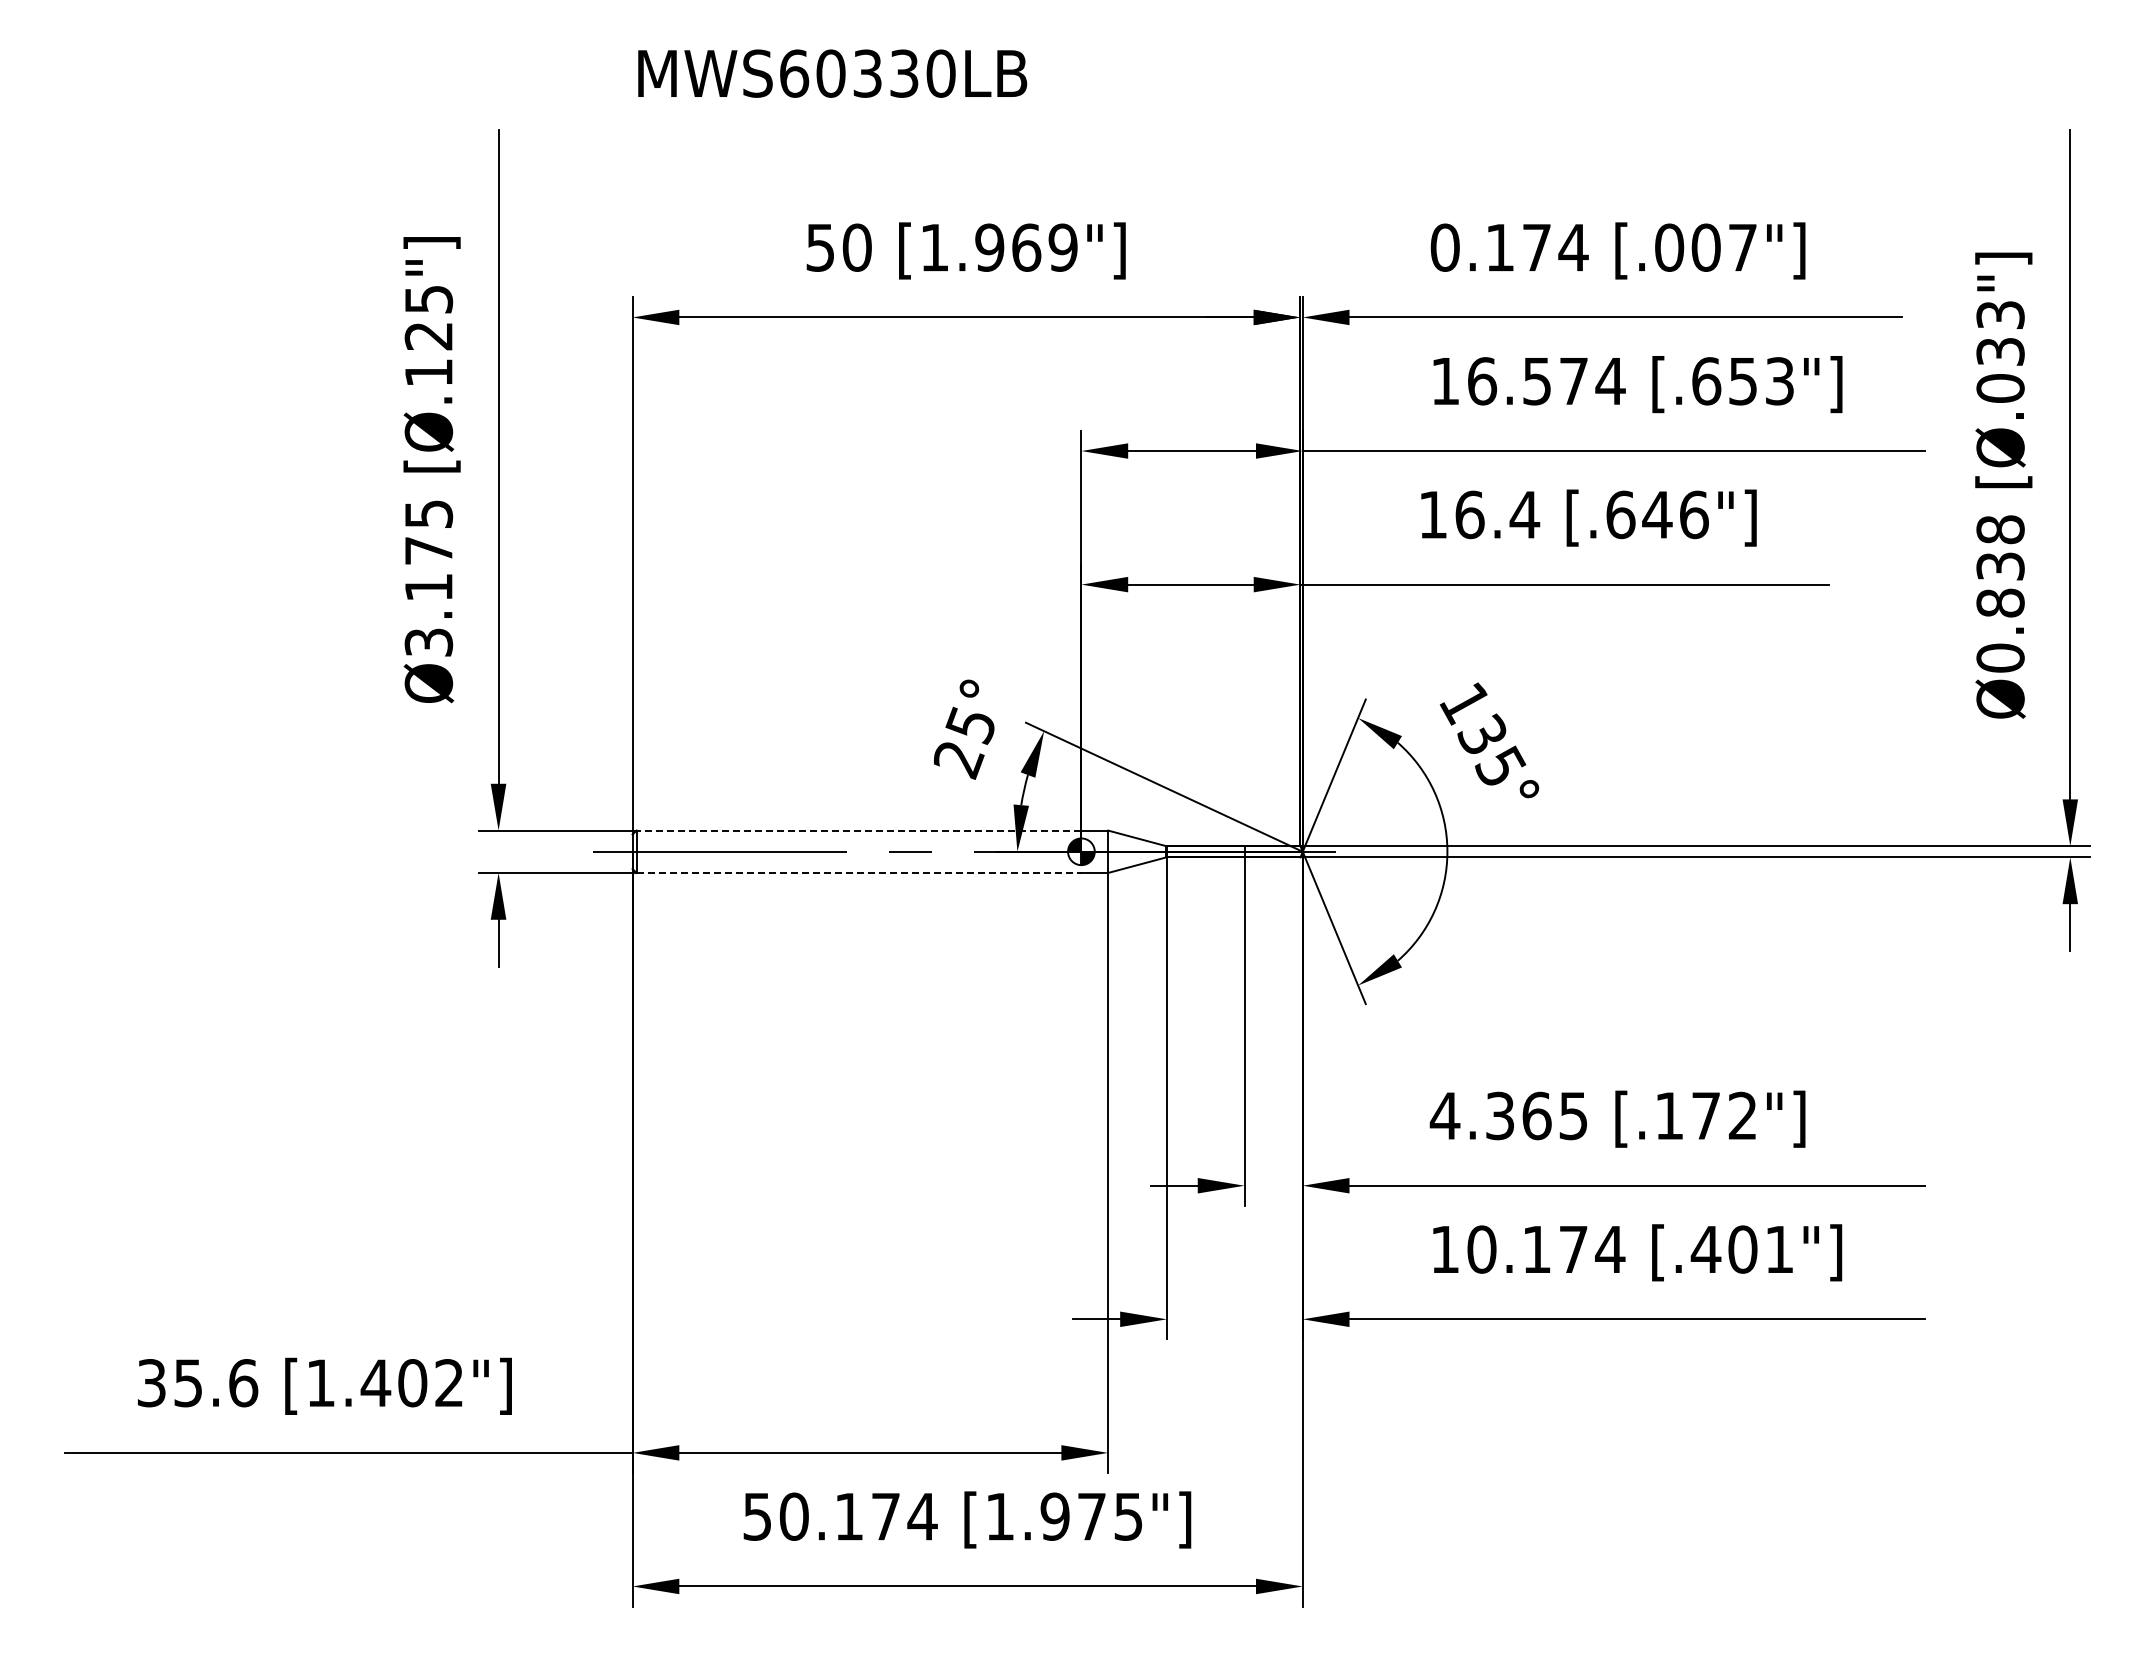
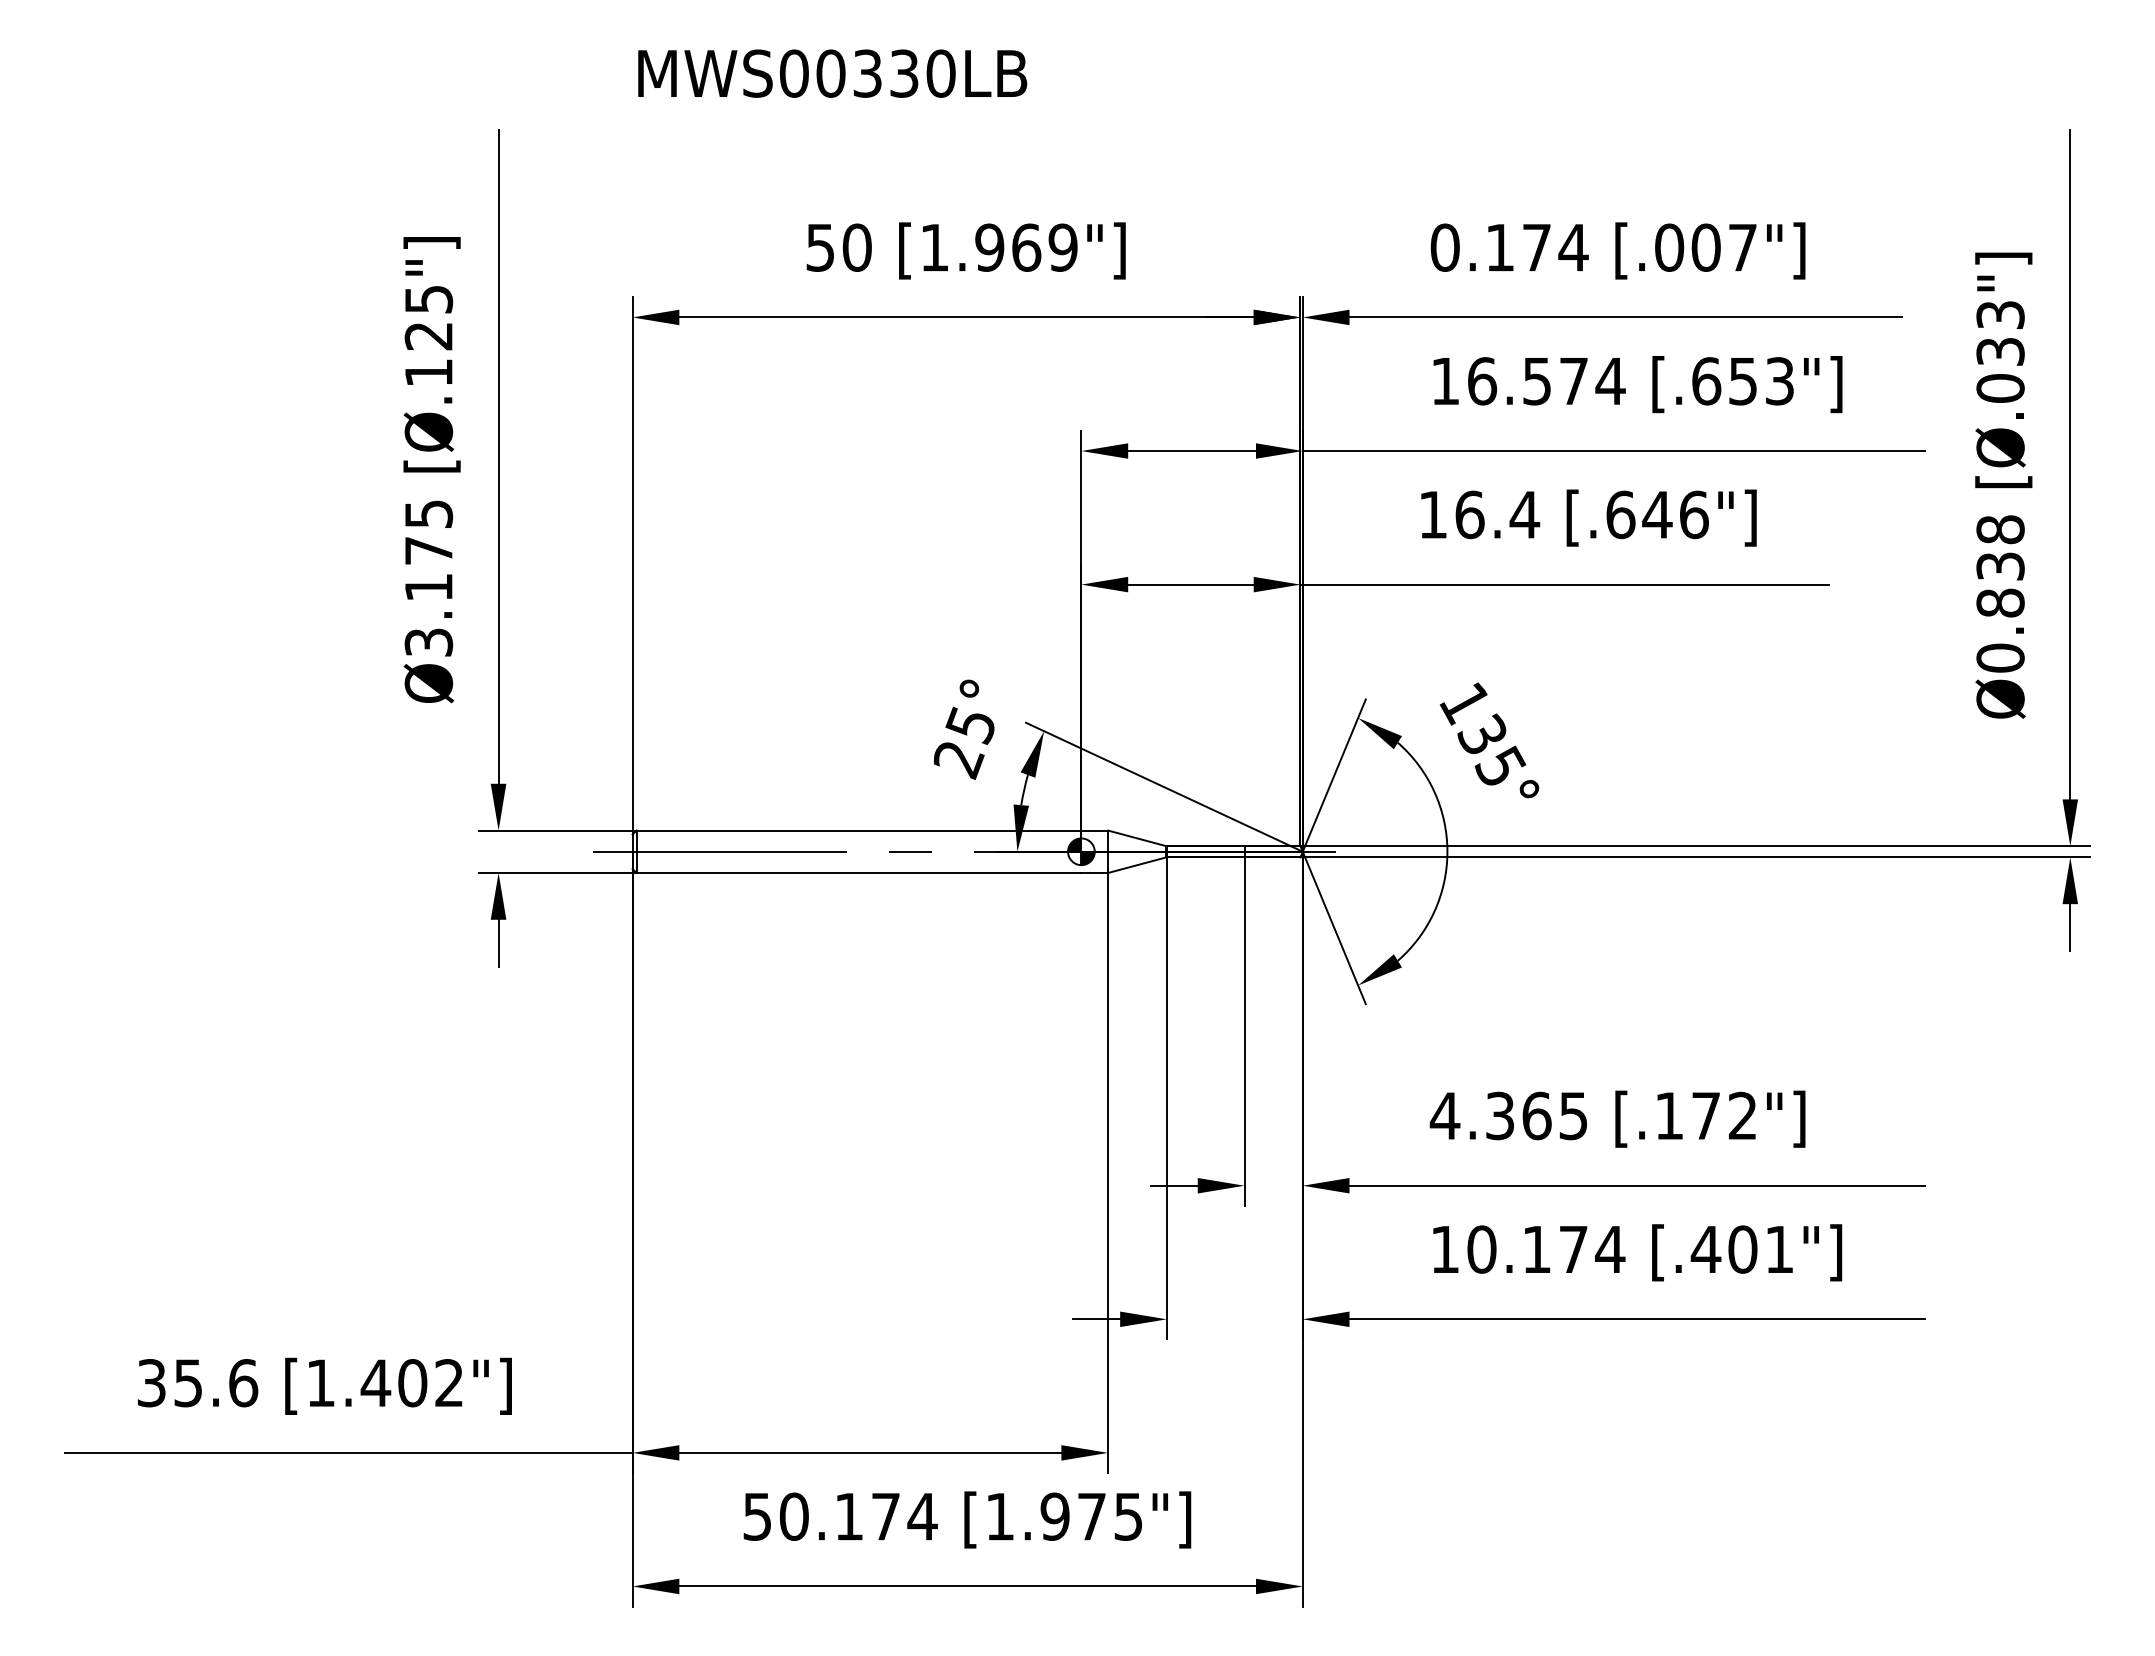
text at (794, 73): MWS60330LB -> MWS00330LB
line at (858, 830): dashed -> solid
line at (859, 872): dashed -> solid
